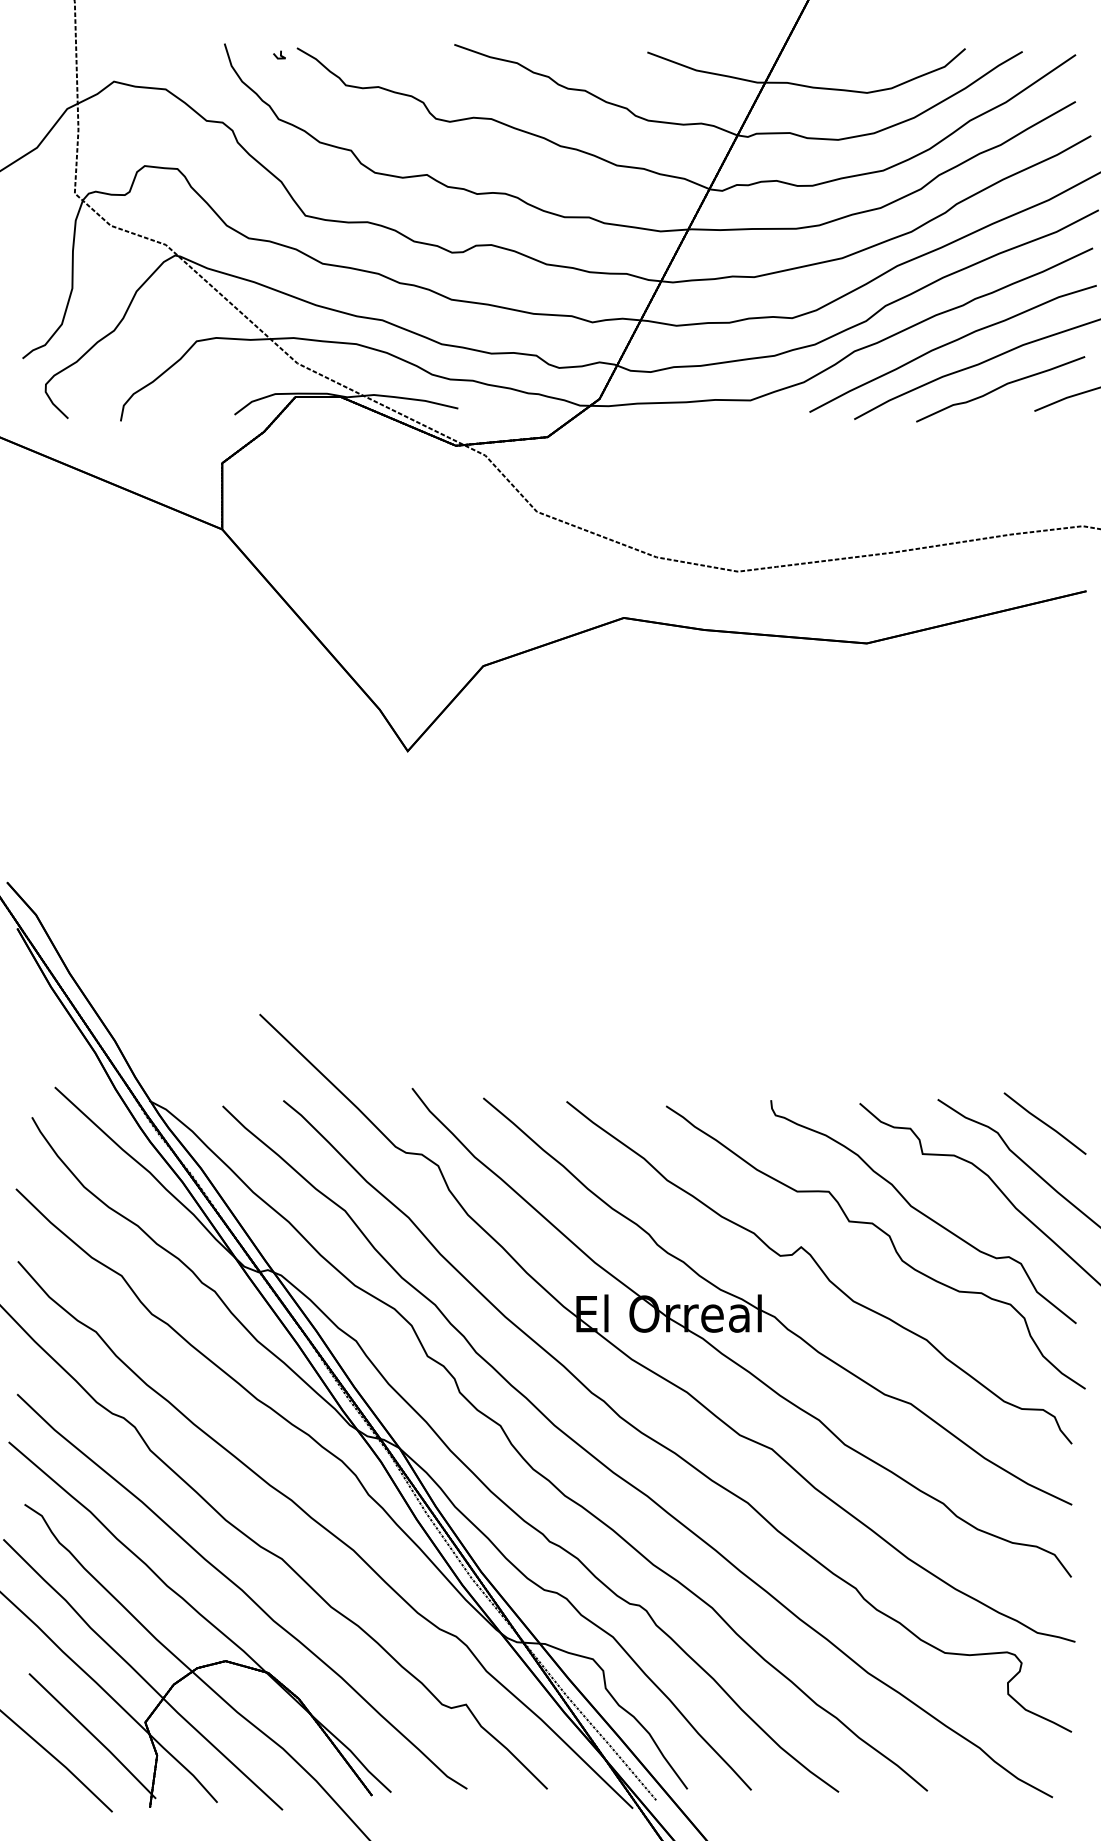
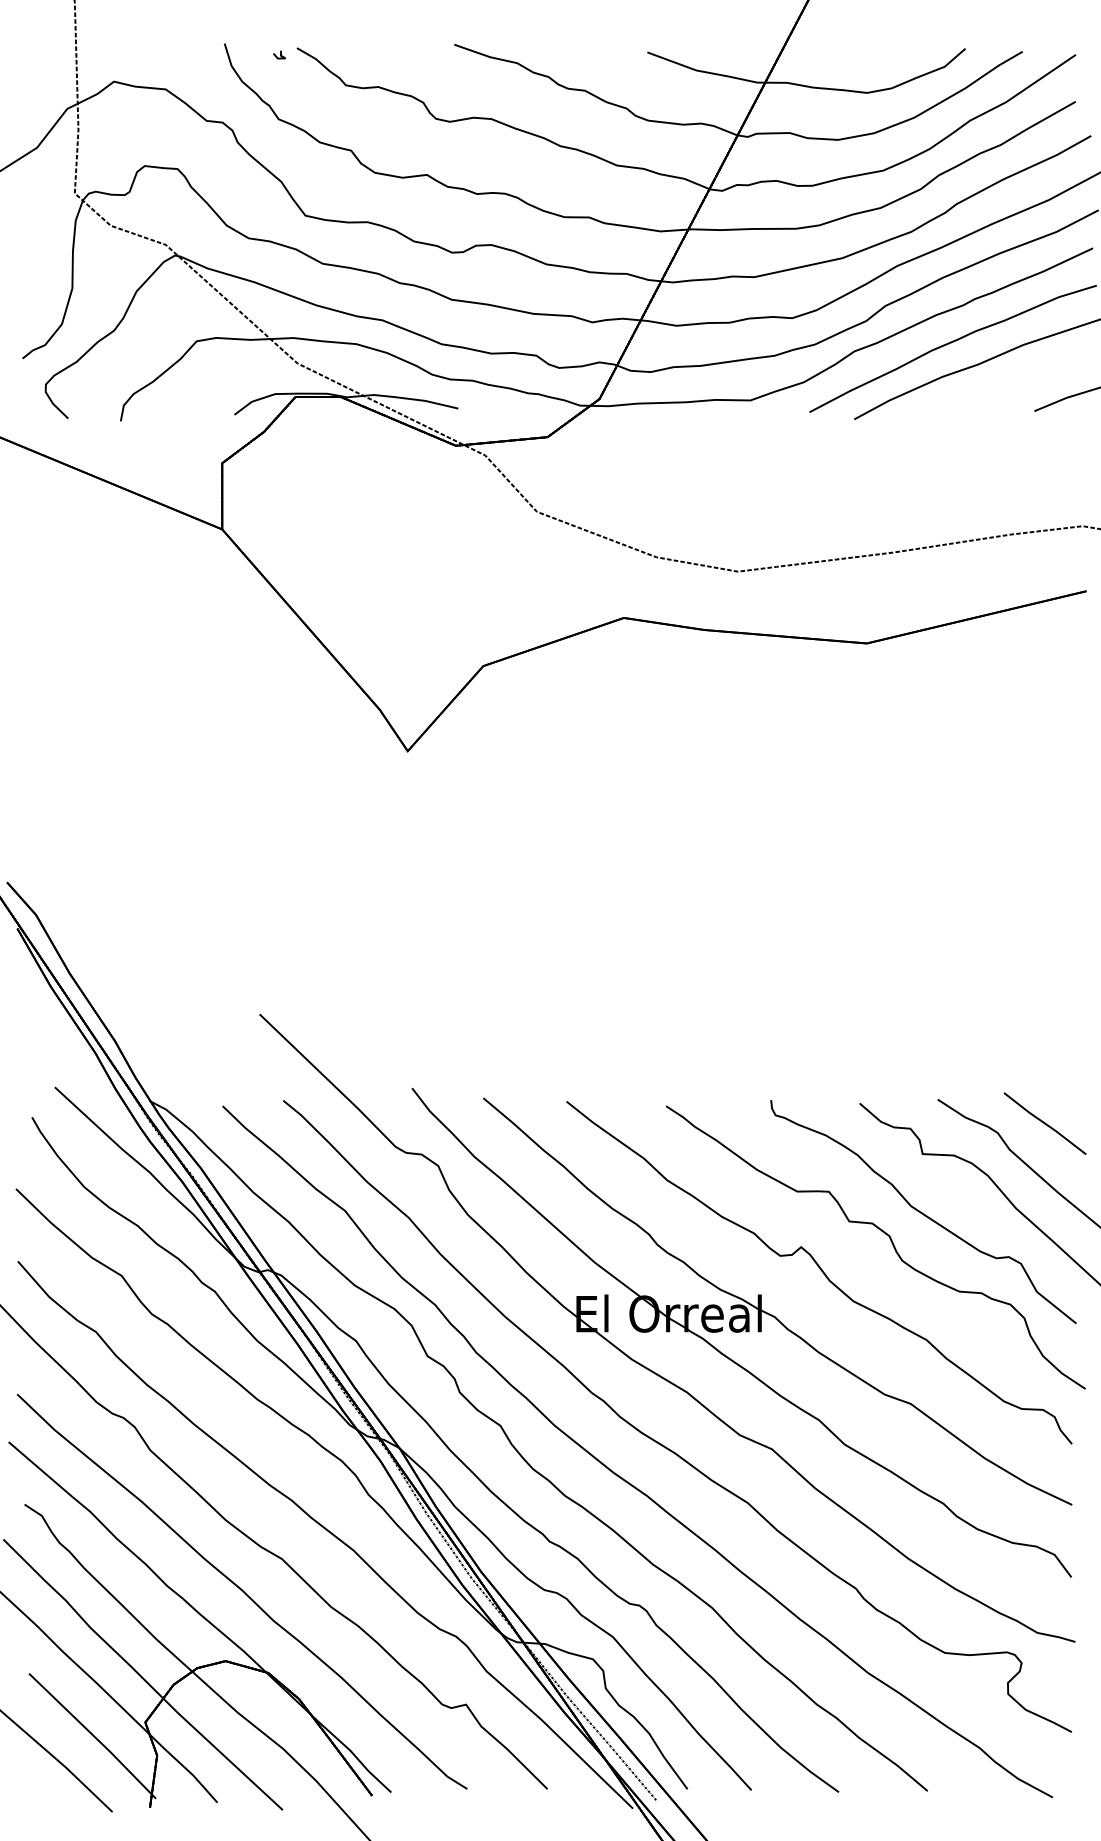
part at (1000, 389): present -> none
